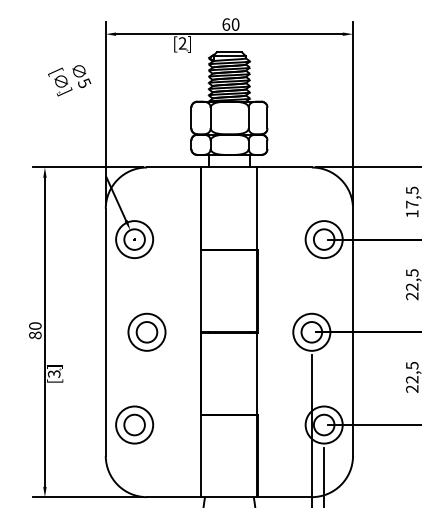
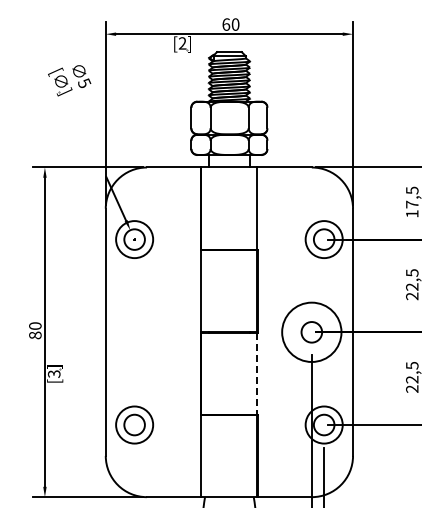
part at (146, 331): present -> none
circle at (311, 331) diameter: 37 px -> 59 px
line at (257, 374): solid -> dashed
